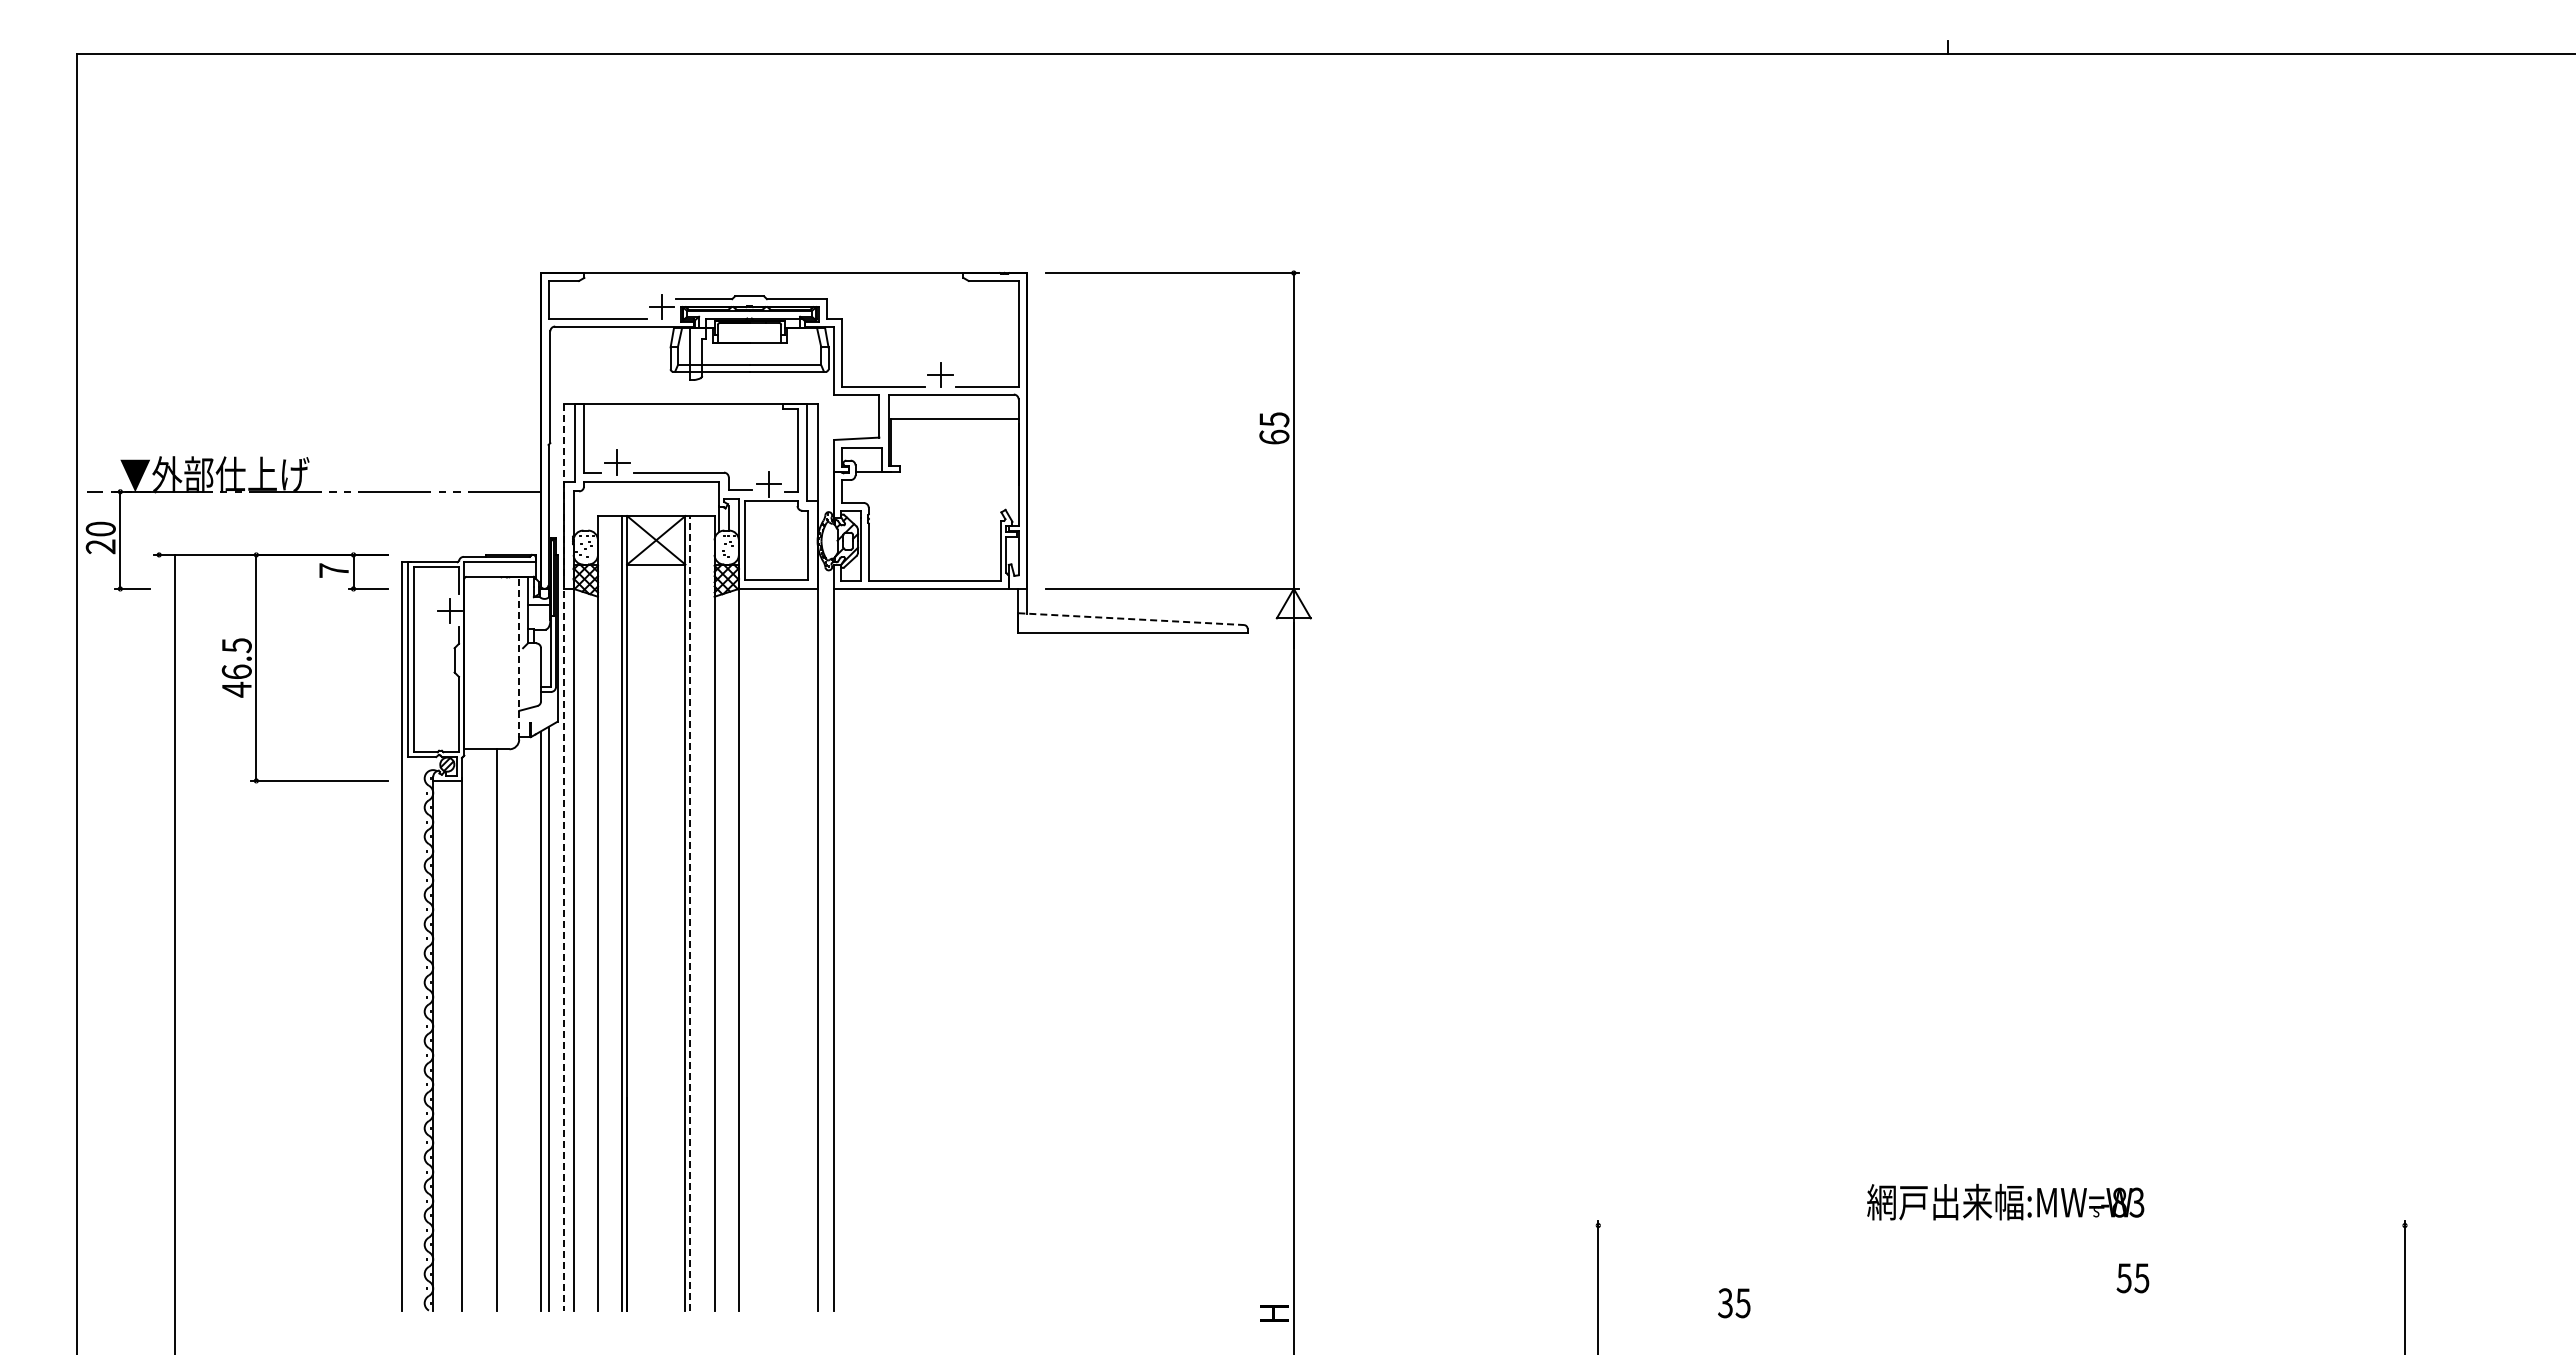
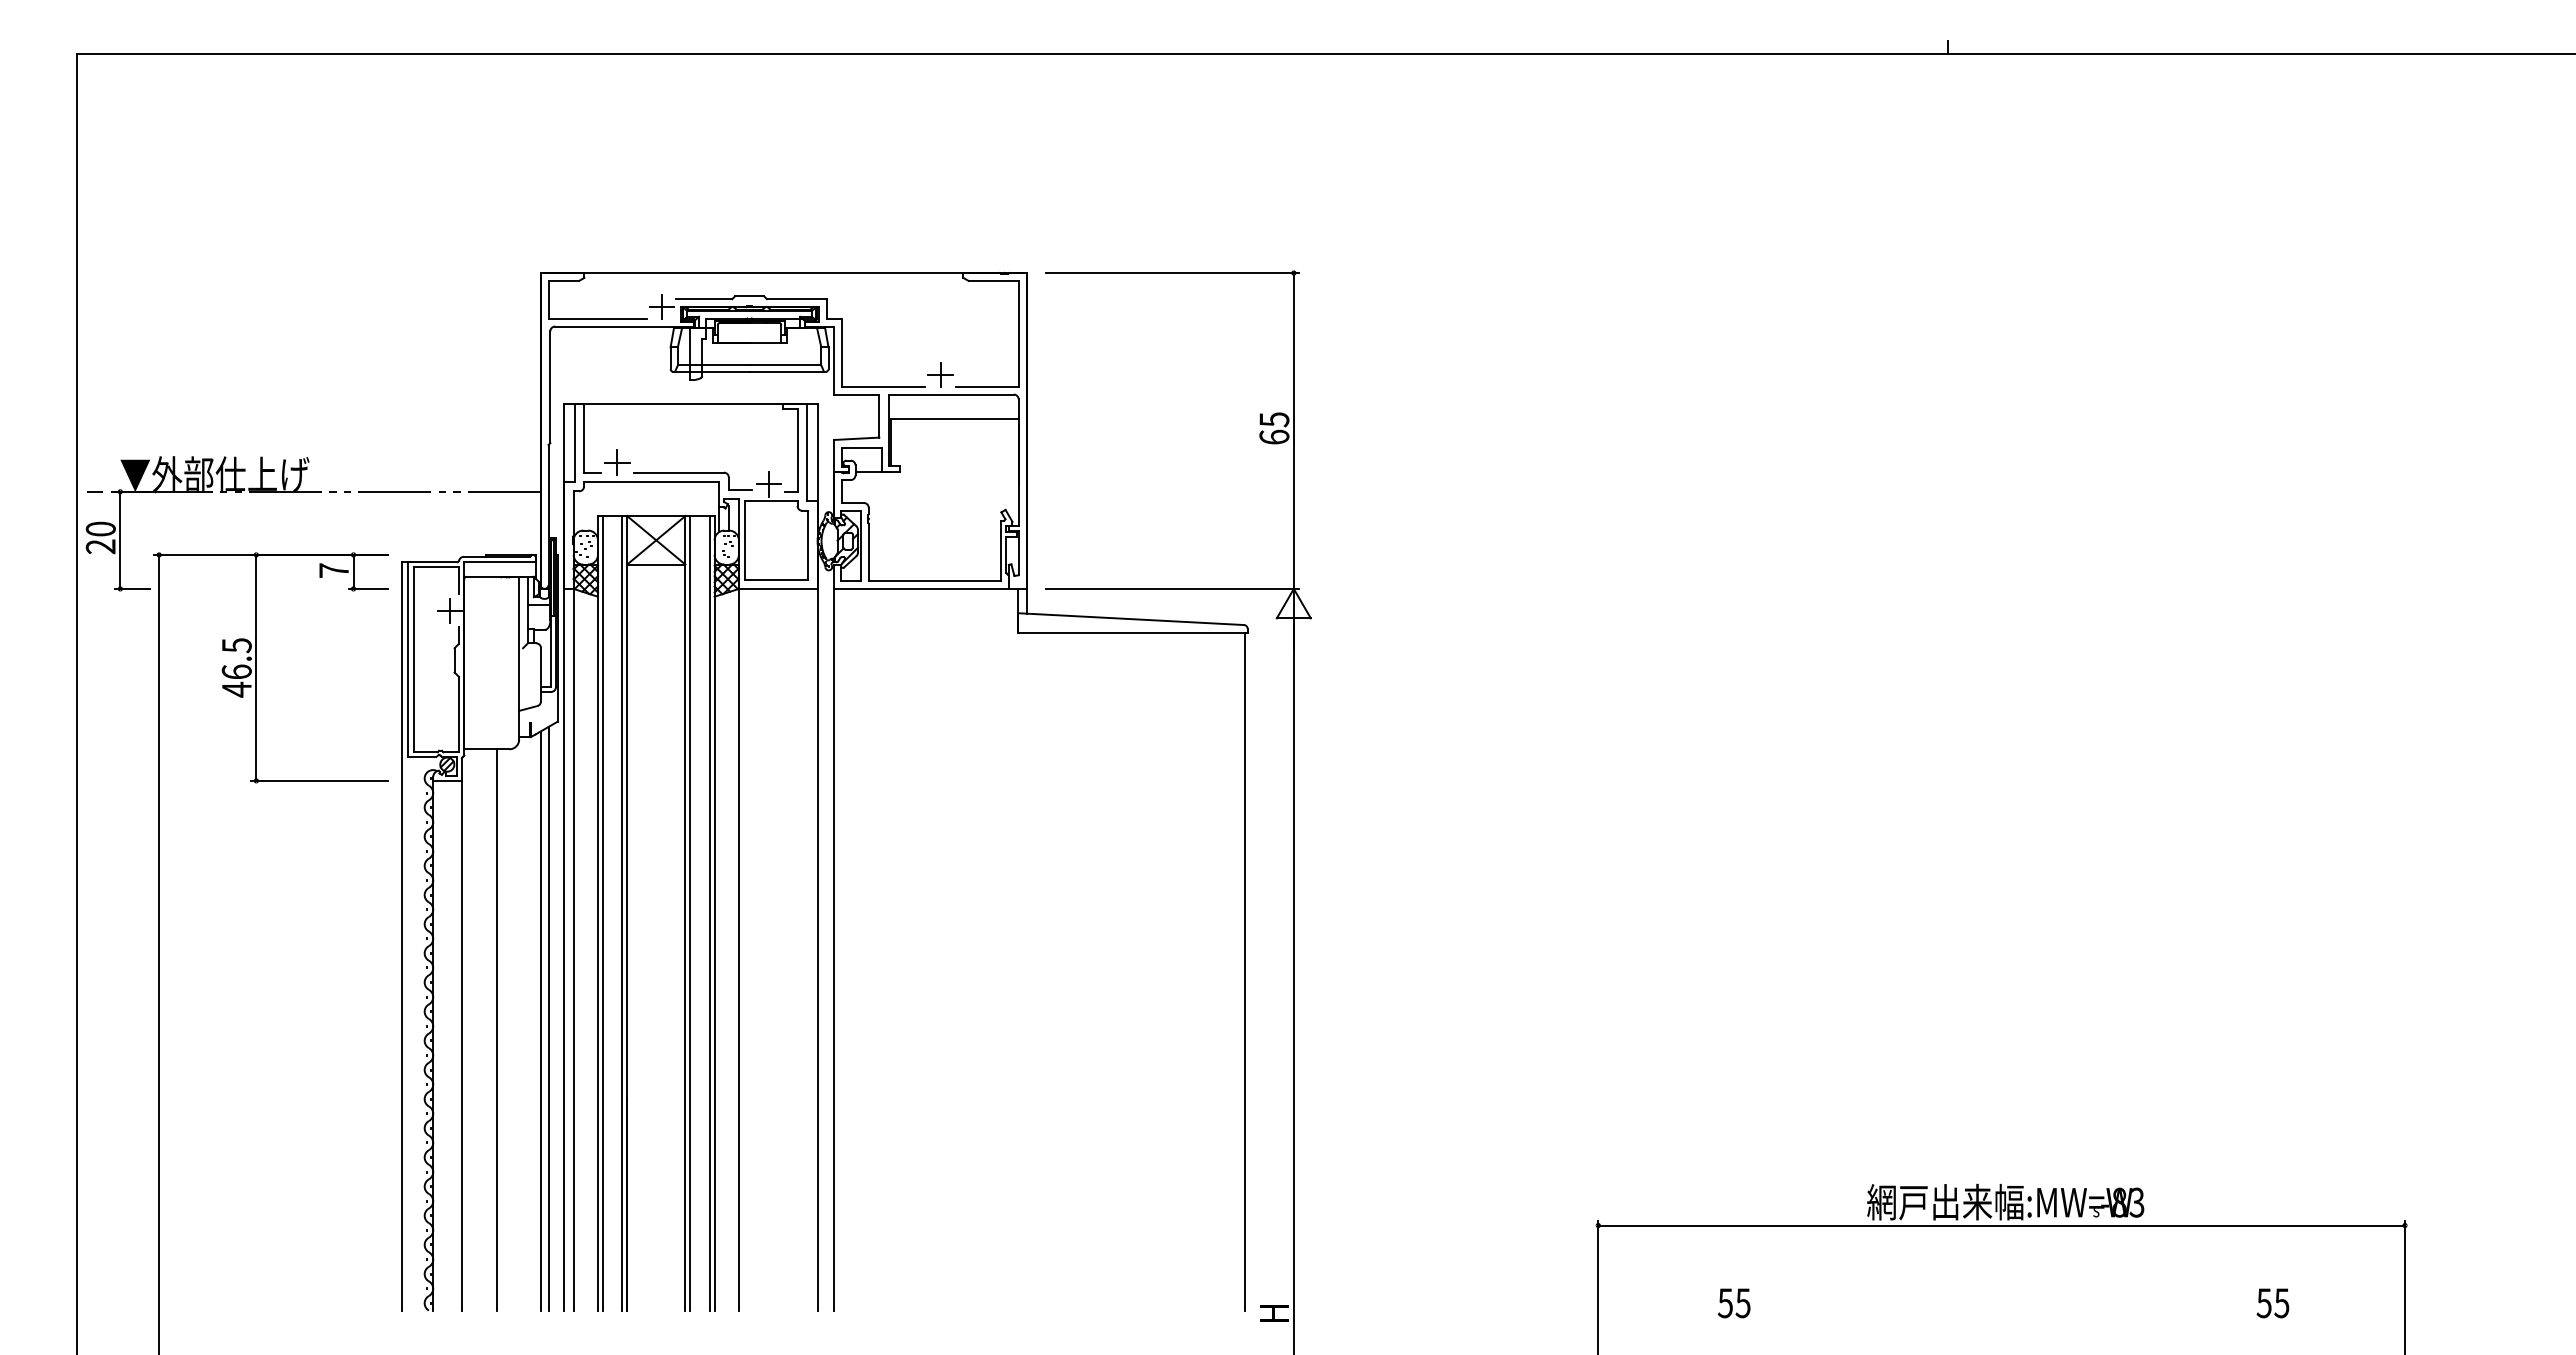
line at (1131, 619): dashed -> solid
line at (519, 657): dashed -> solid
line at (563, 857): dashed -> solid
line at (690, 912): dashed -> solid
line at (602, 913): none -> present
line at (709, 913): none -> present
line at (175, 952) position: (175, 952) -> (159, 952)
line at (1245, 971): none -> present
line at (2001, 1225): none -> present
text at (2132, 1278) position: (2132, 1278) -> (2272, 1303)
text at (1725, 1302): 35 -> 55
